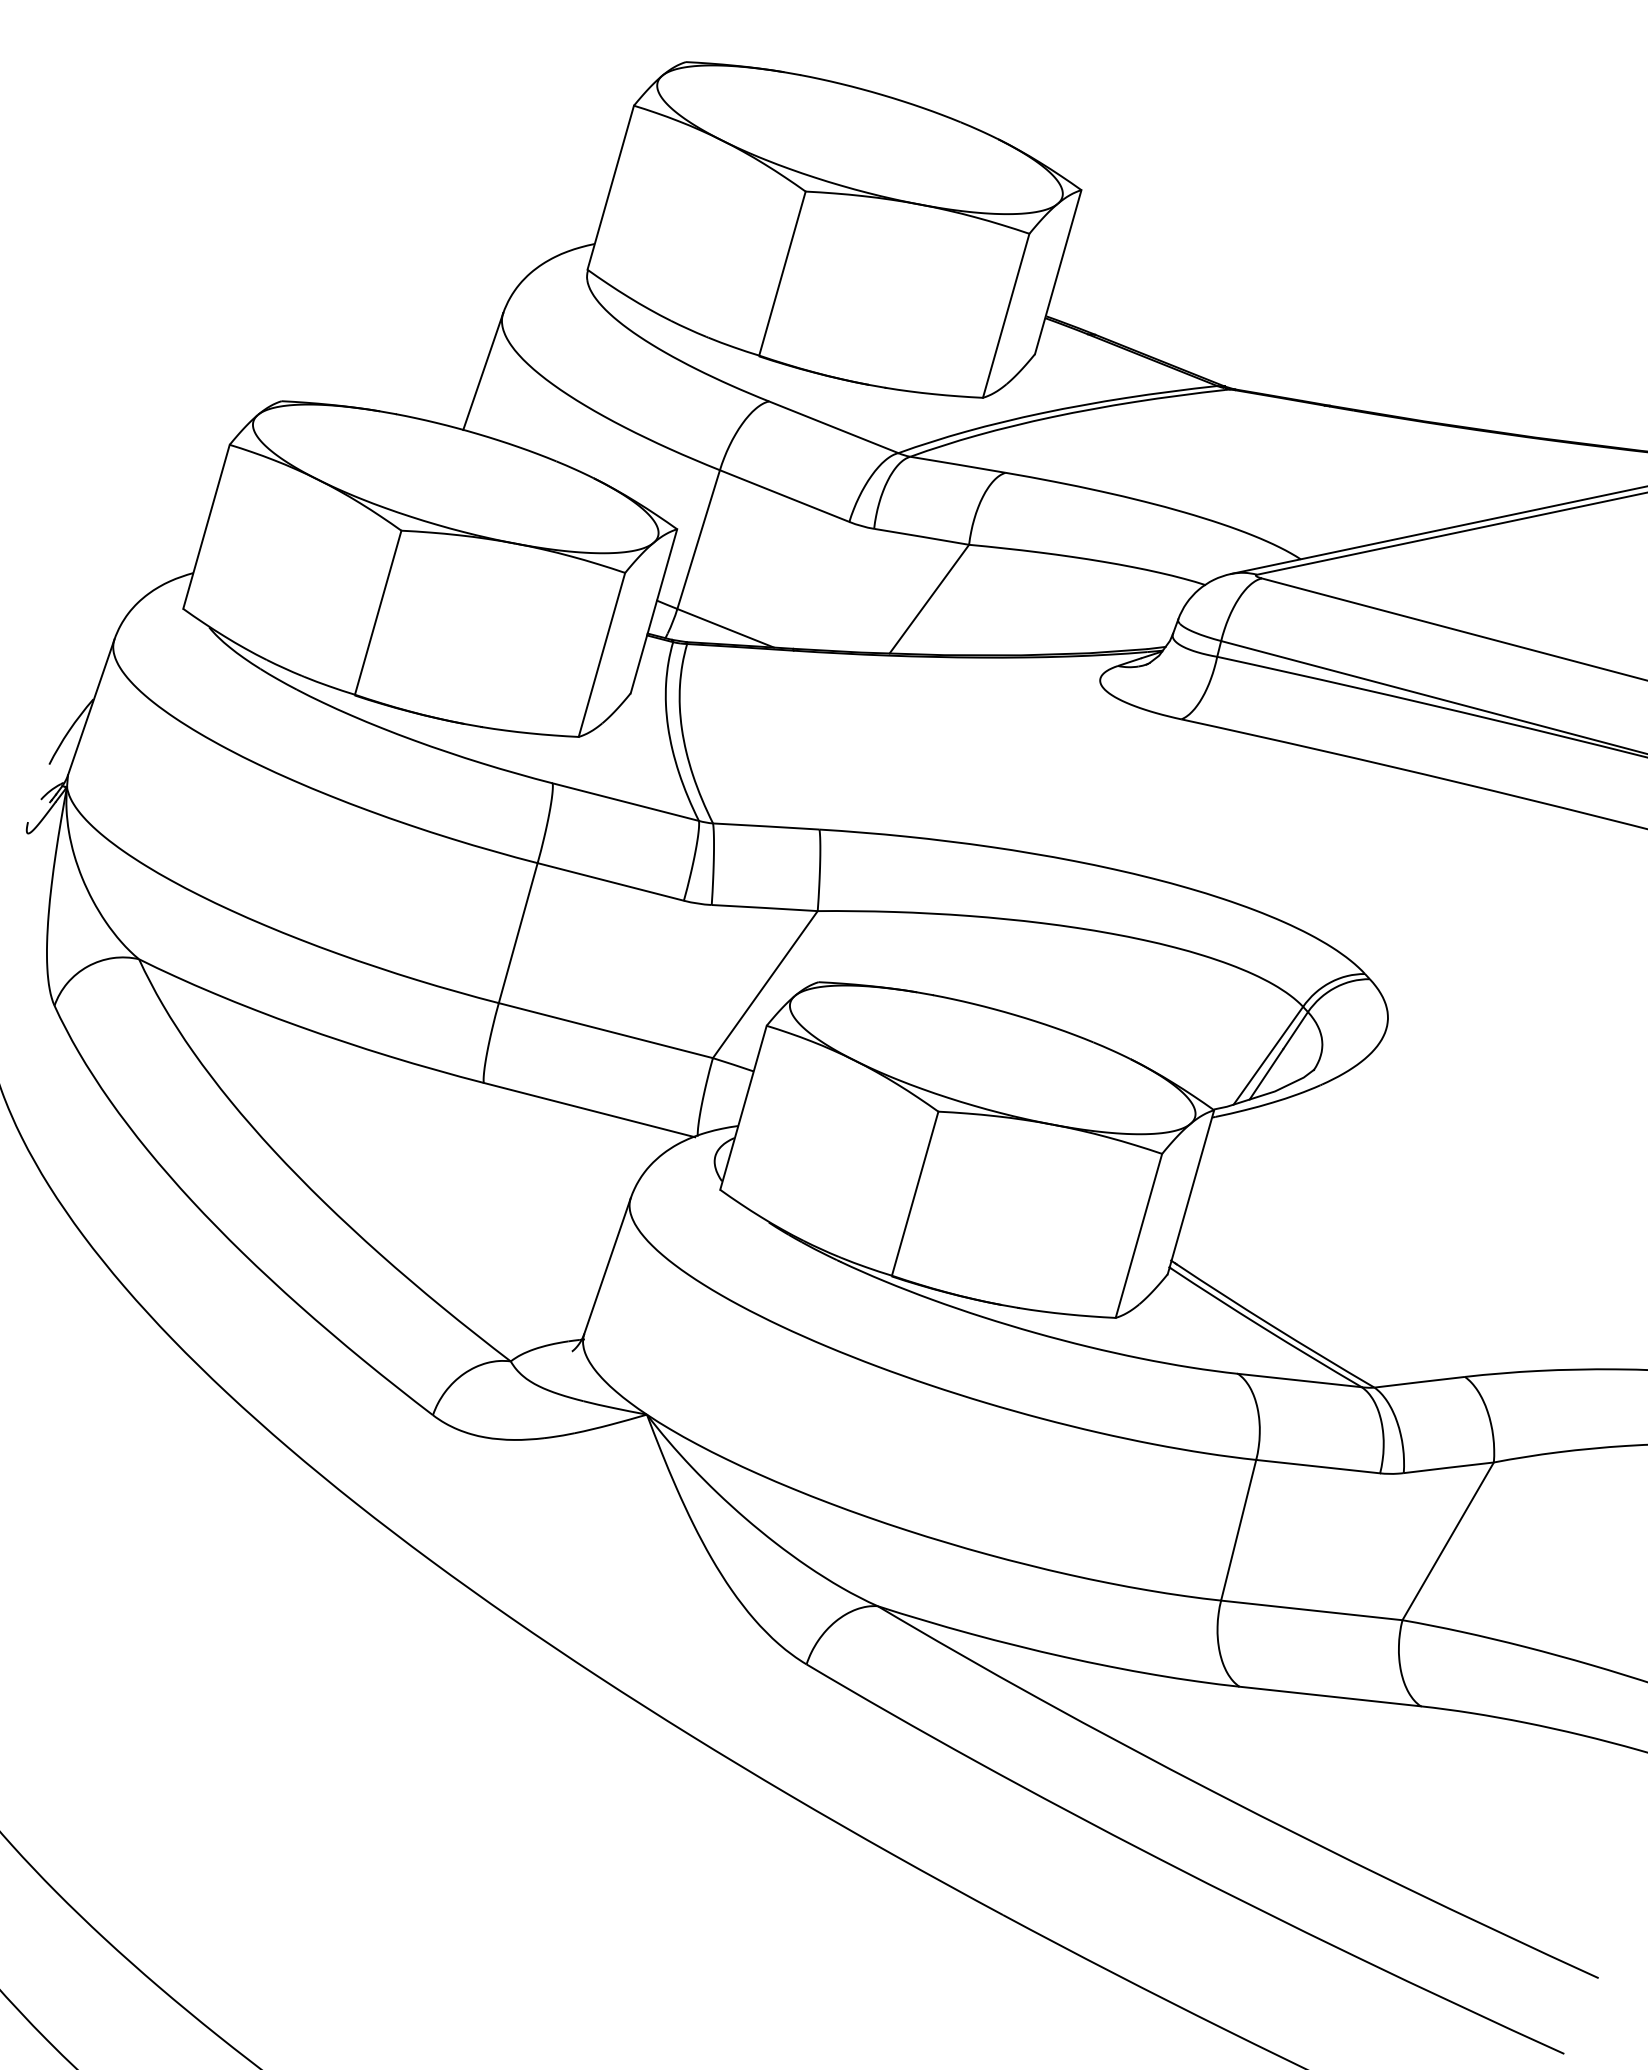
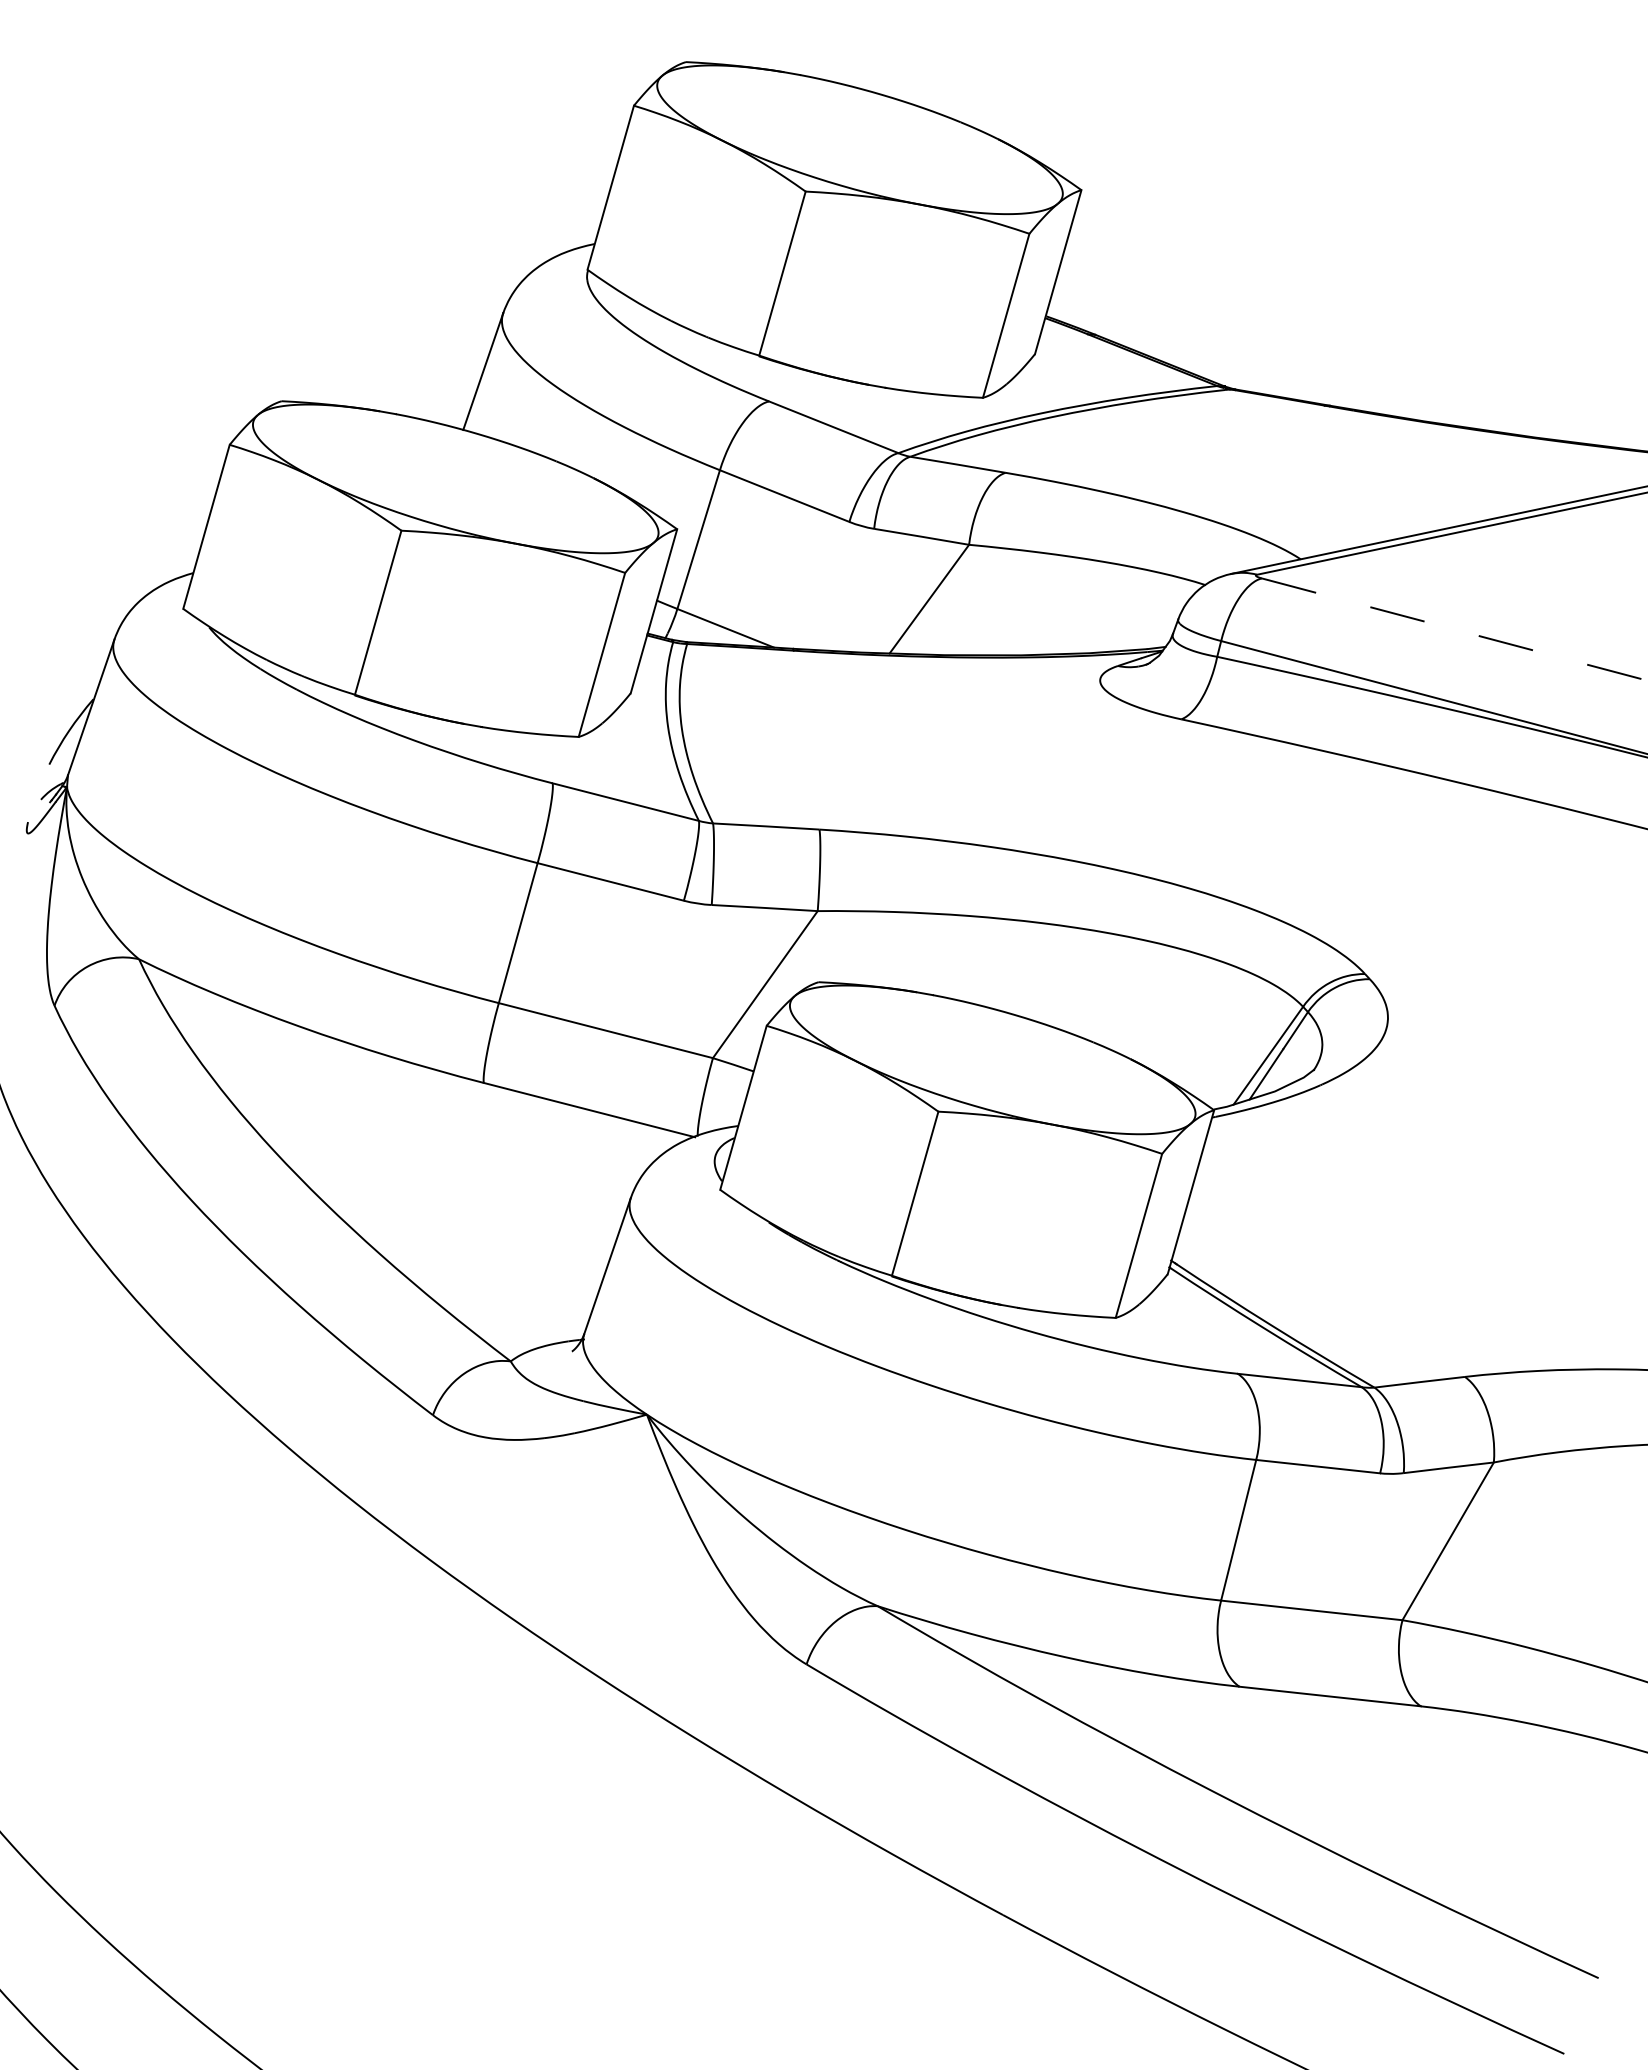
line at (1455, 629): solid -> dashed
